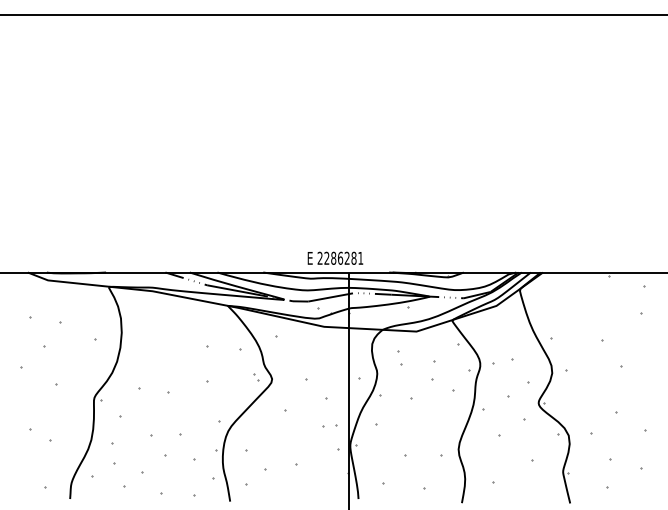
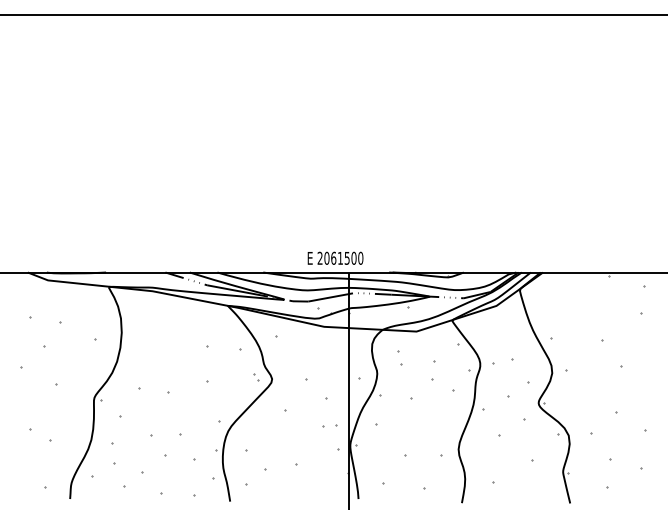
text at (343, 257): 2286281 -> 2061500
